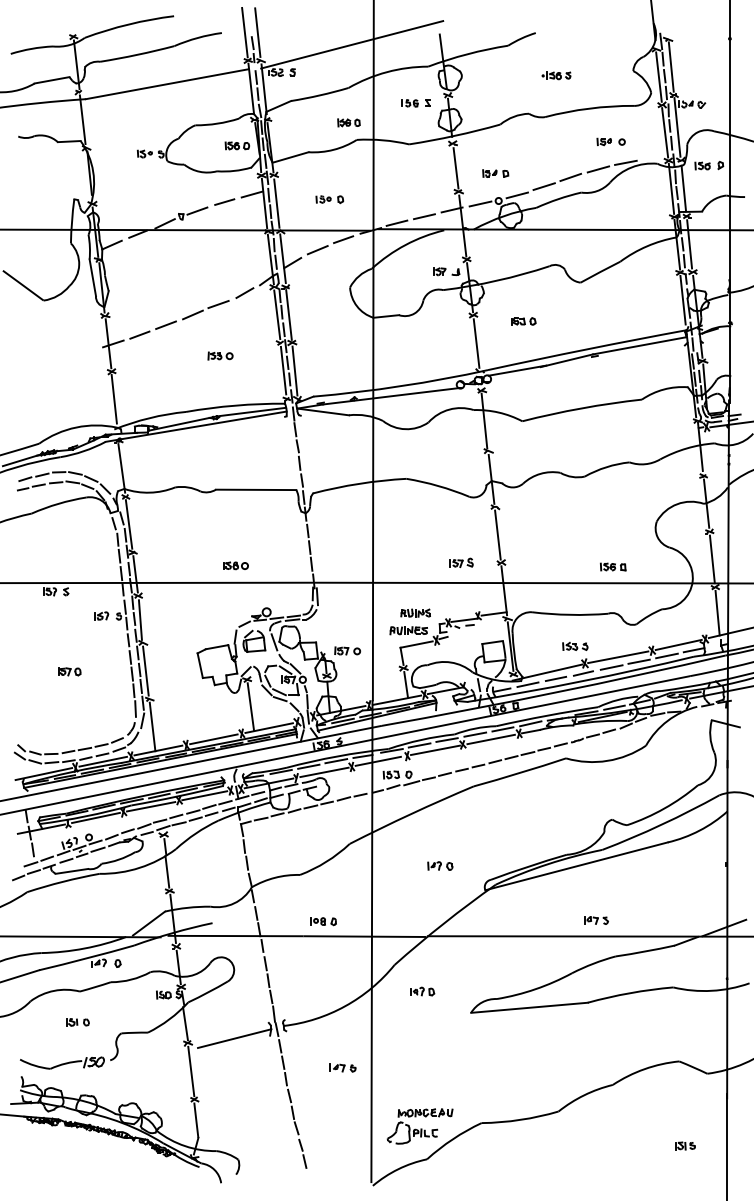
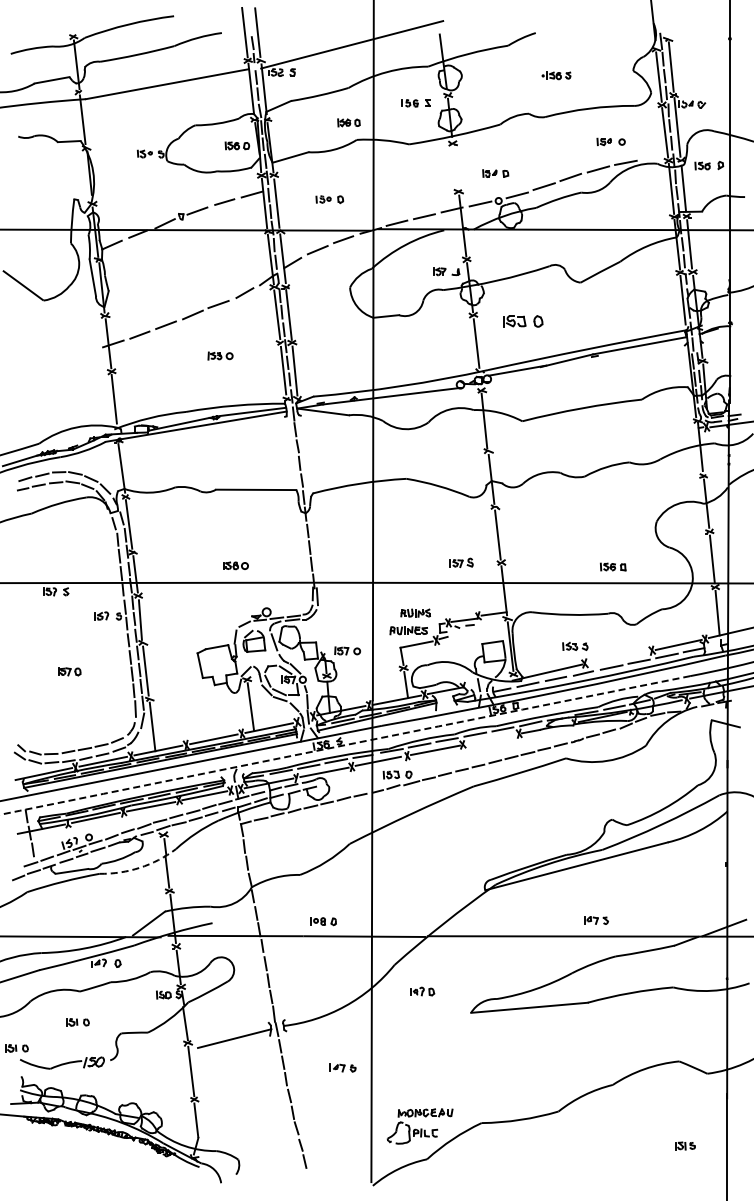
line at (455, 168): present -> none
part at (523, 321) size: 26x9 px -> 41x13 px
line at (618, 657): present -> none
line at (490, 739): present -> none
arc at (345, 745): solid -> dashed
part at (440, 865): present -> none
arc at (139, 867): solid -> dashed
part at (16, 1048): none -> present
